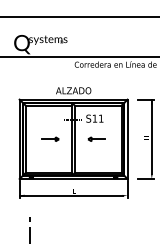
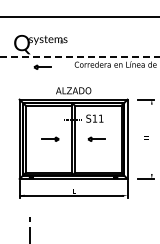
line at (80, 57): solid -> dashed
part at (42, 66): none -> present
line at (151, 136): present -> none
